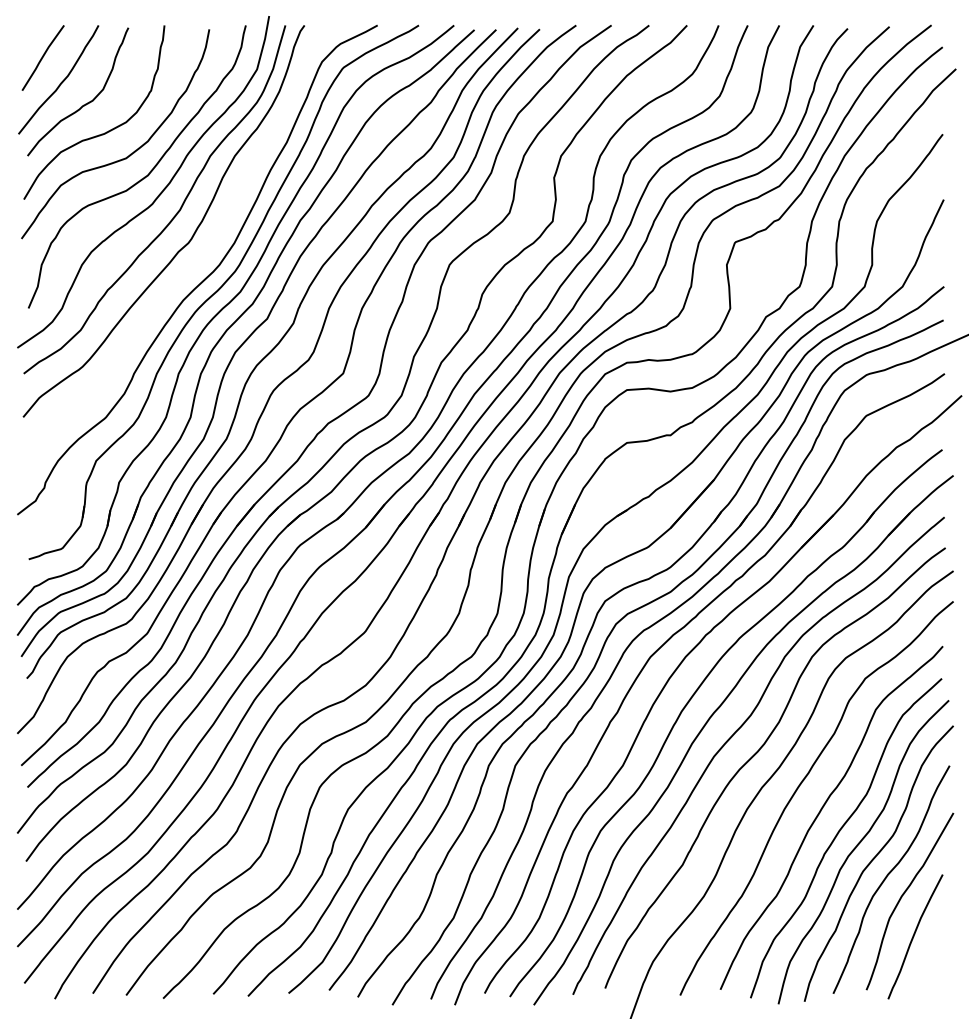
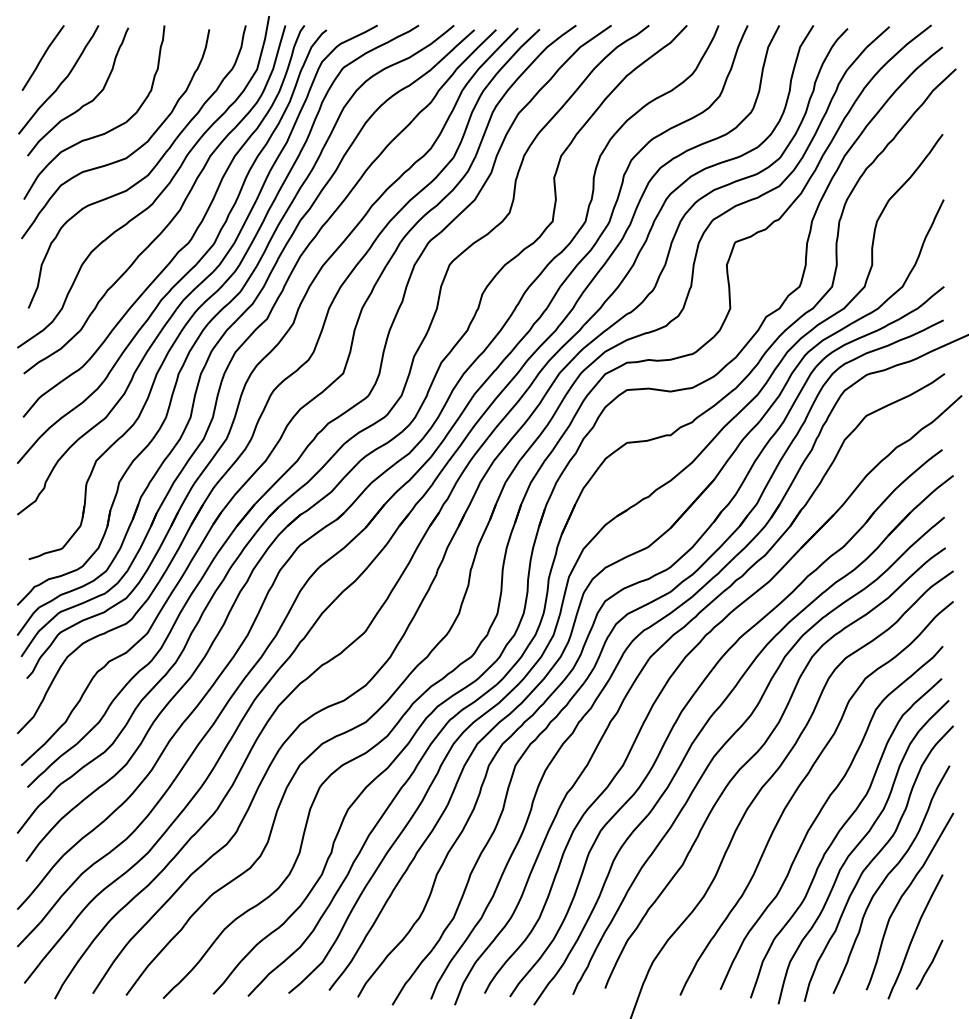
curve at (192, 266): none -> present
line at (929, 964): none -> present
